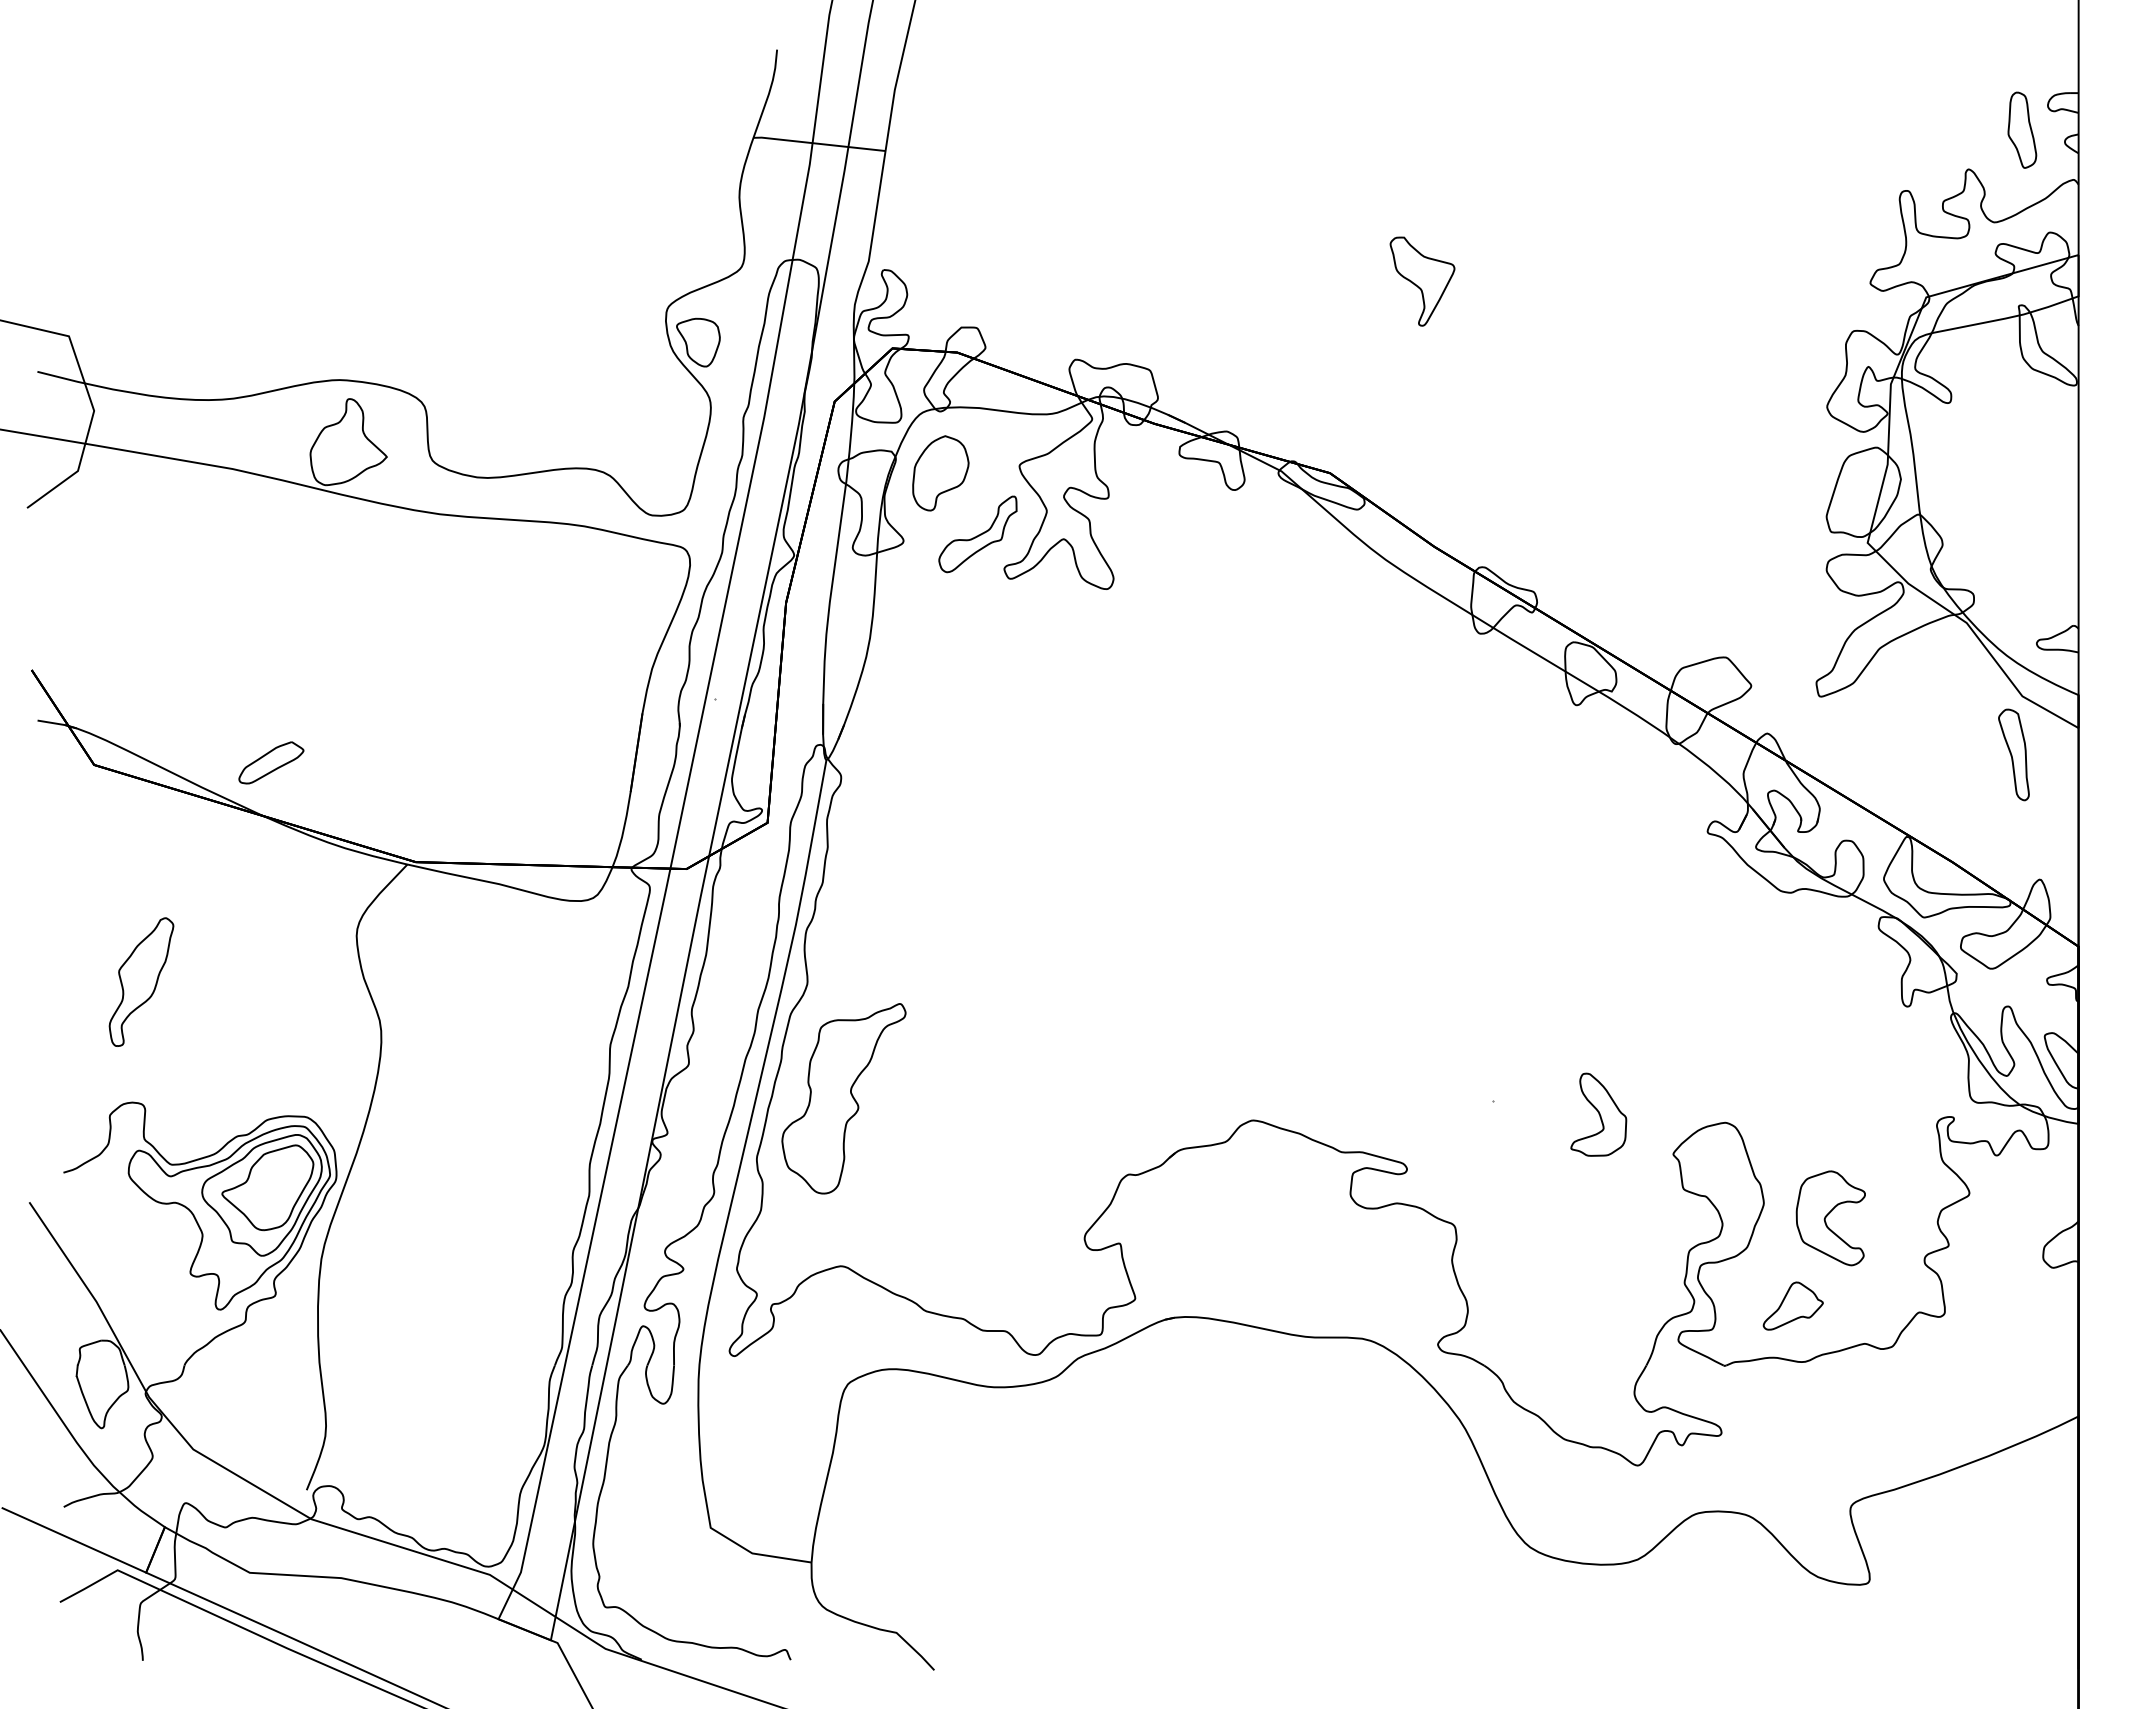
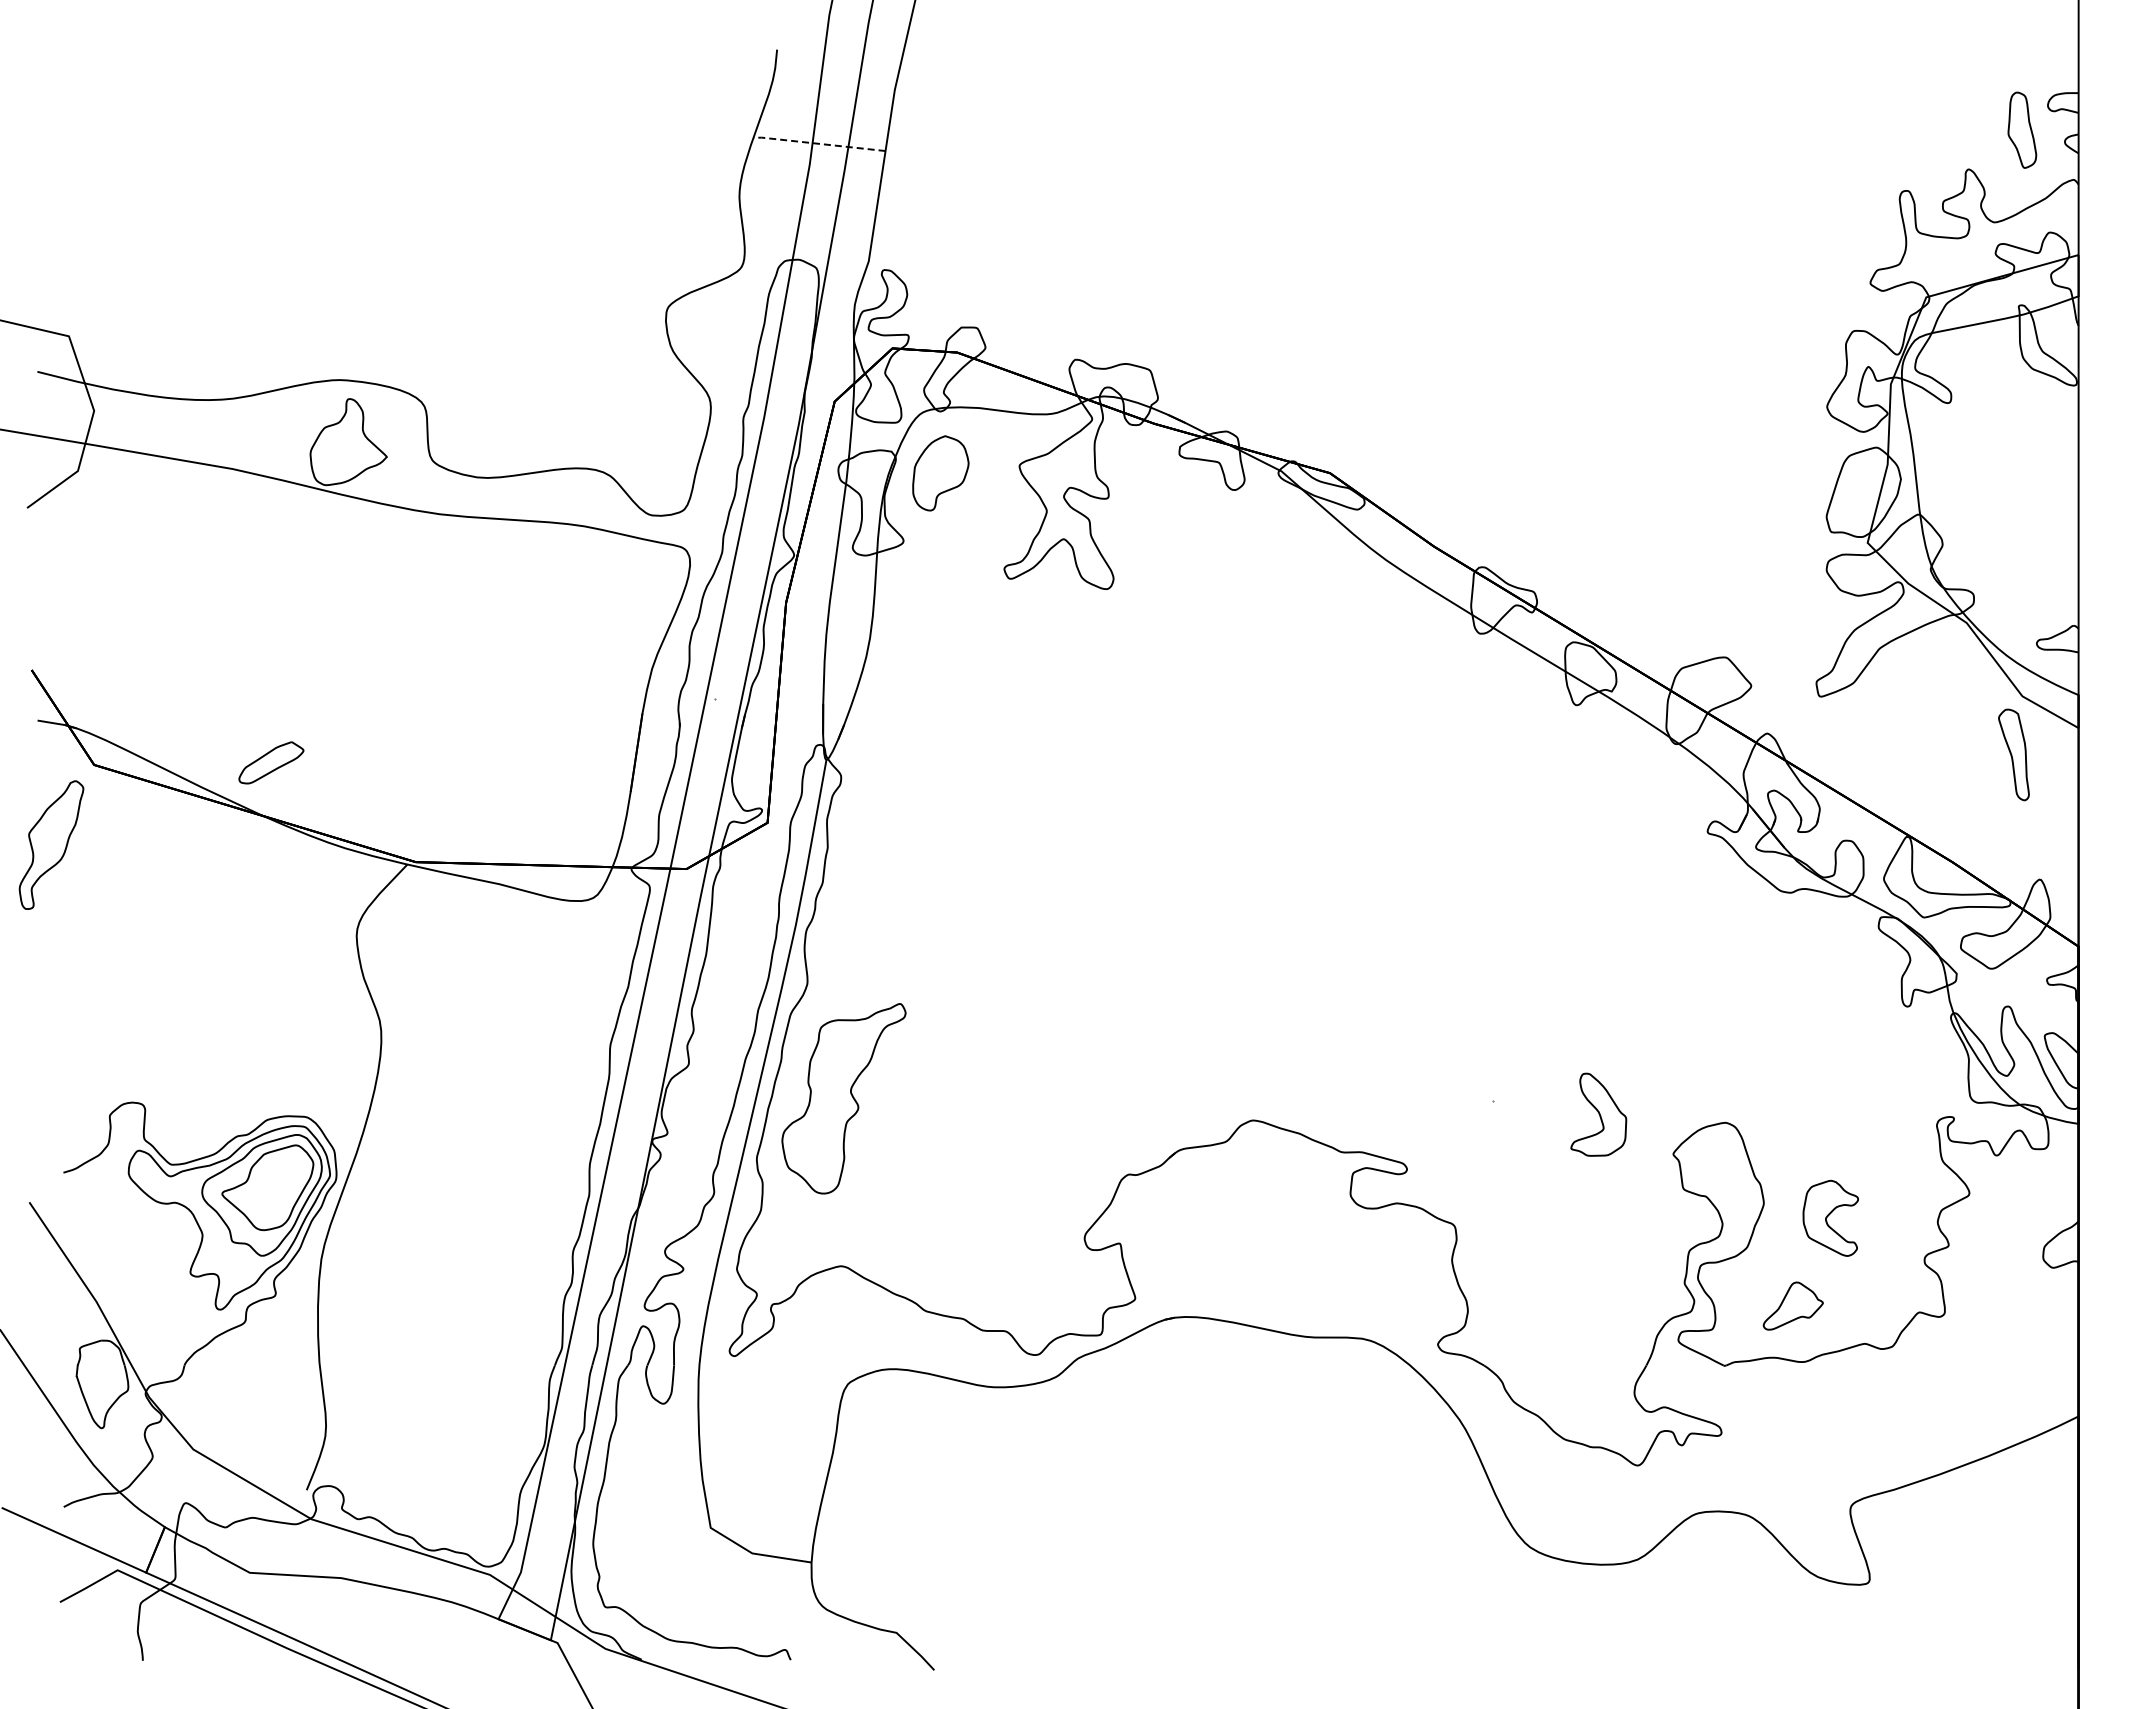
line at (818, 143): solid -> dashed
part at (1422, 281): present -> none
part at (698, 342): present -> none
part at (977, 534): present -> none
part at (141, 981) position: (141, 981) -> (51, 844)
part at (1830, 1218) size: 71x97 px -> 57x78 px
